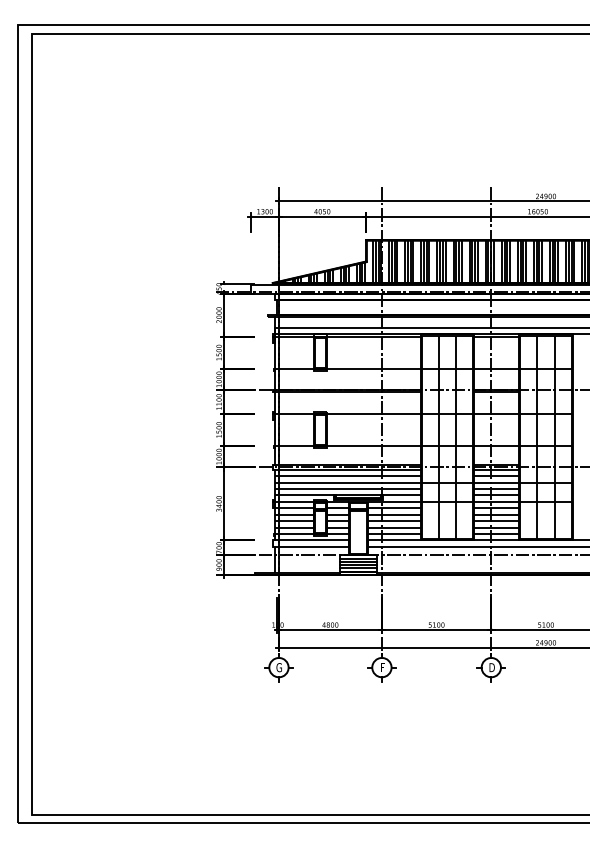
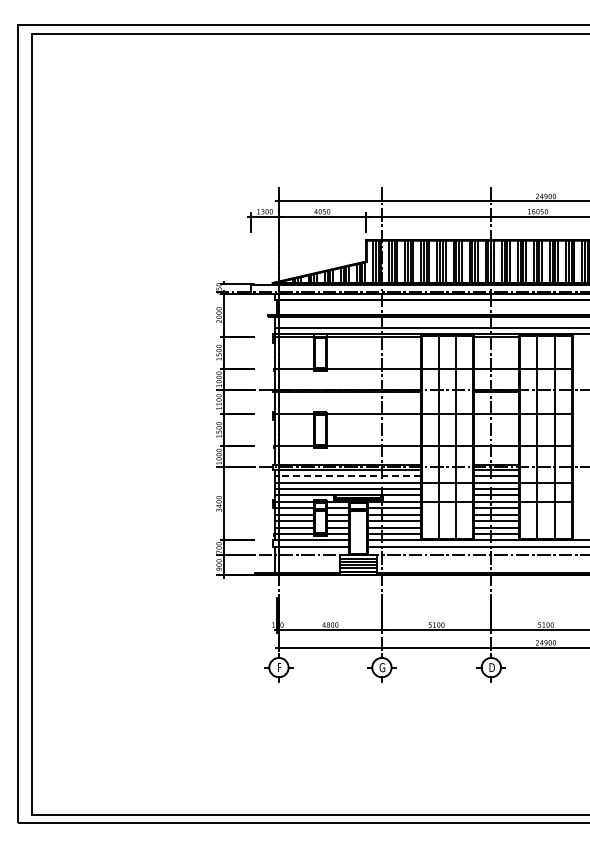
line at (347, 476): solid -> dashed
text at (278, 667): G -> F
text at (382, 667): F -> G
